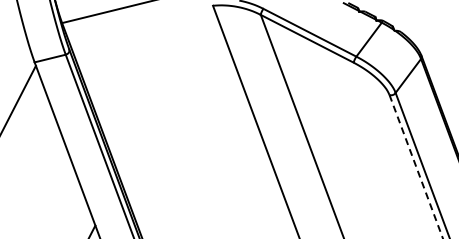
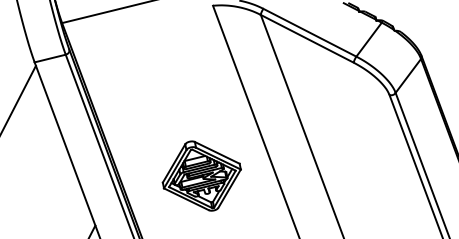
line at (416, 166): dashed -> solid
part at (201, 175): none -> present
